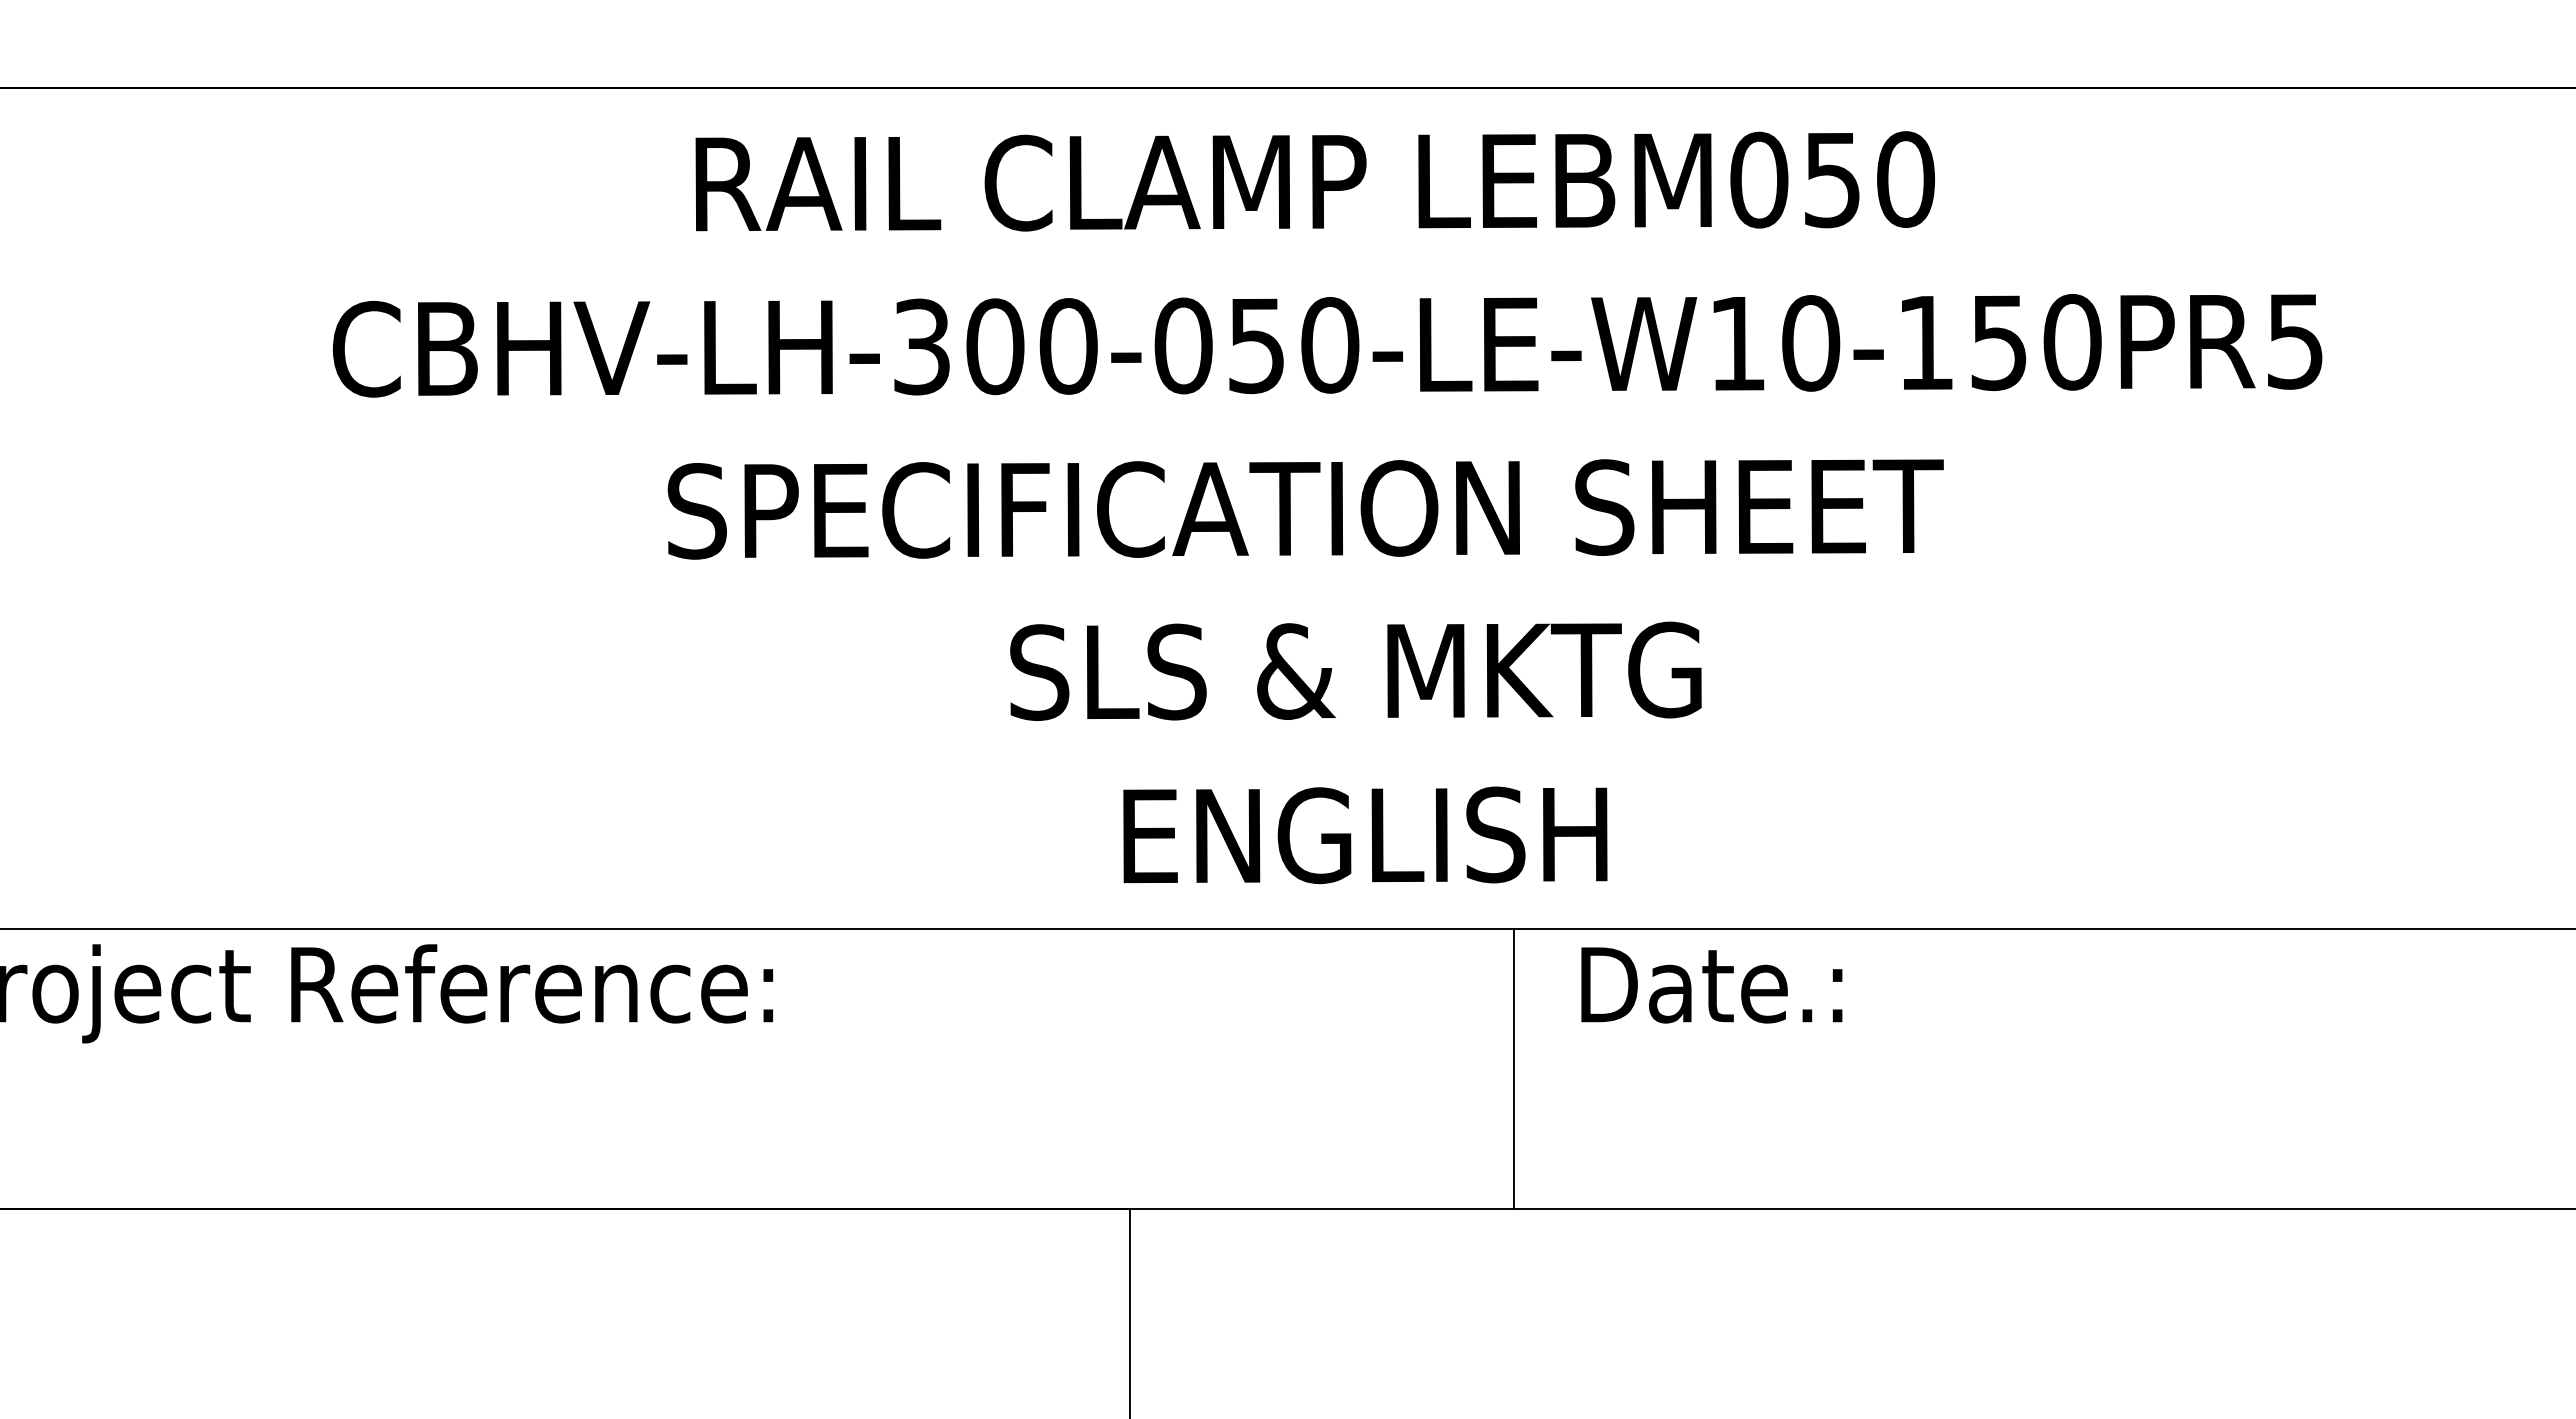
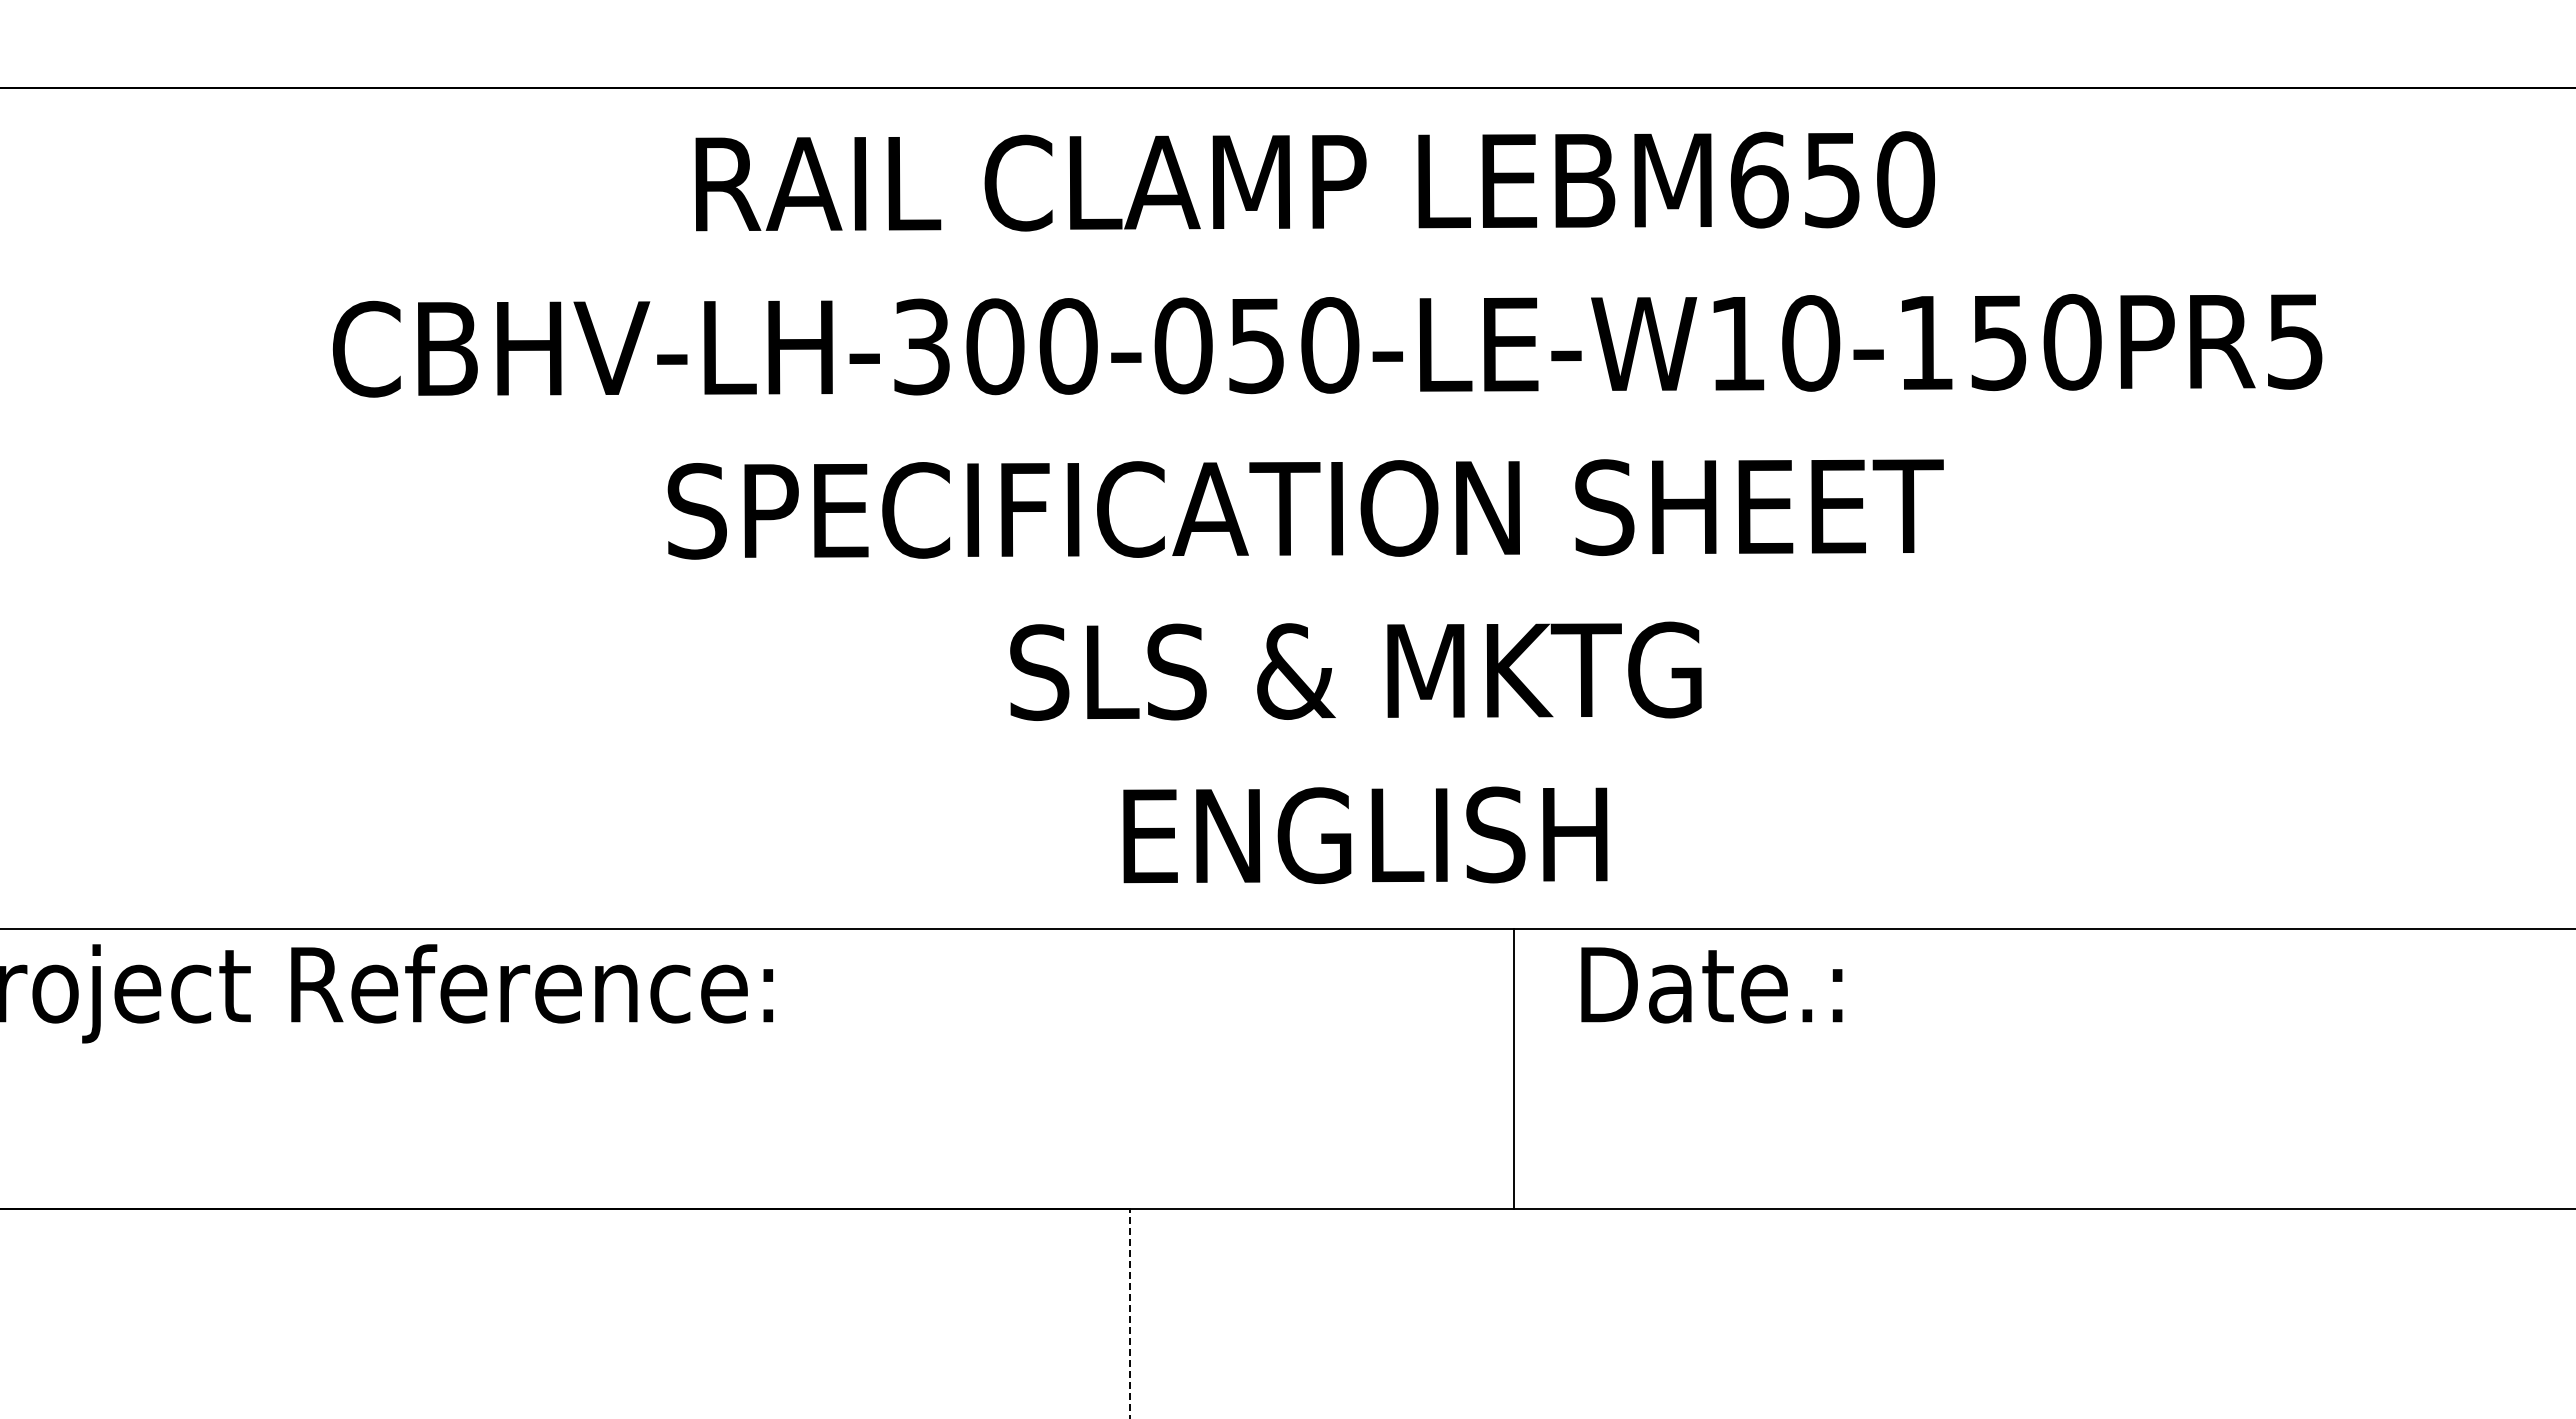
text at (1759, 179): LEBM050 -> LEBM650
line at (1129, 1313): solid -> dashed
